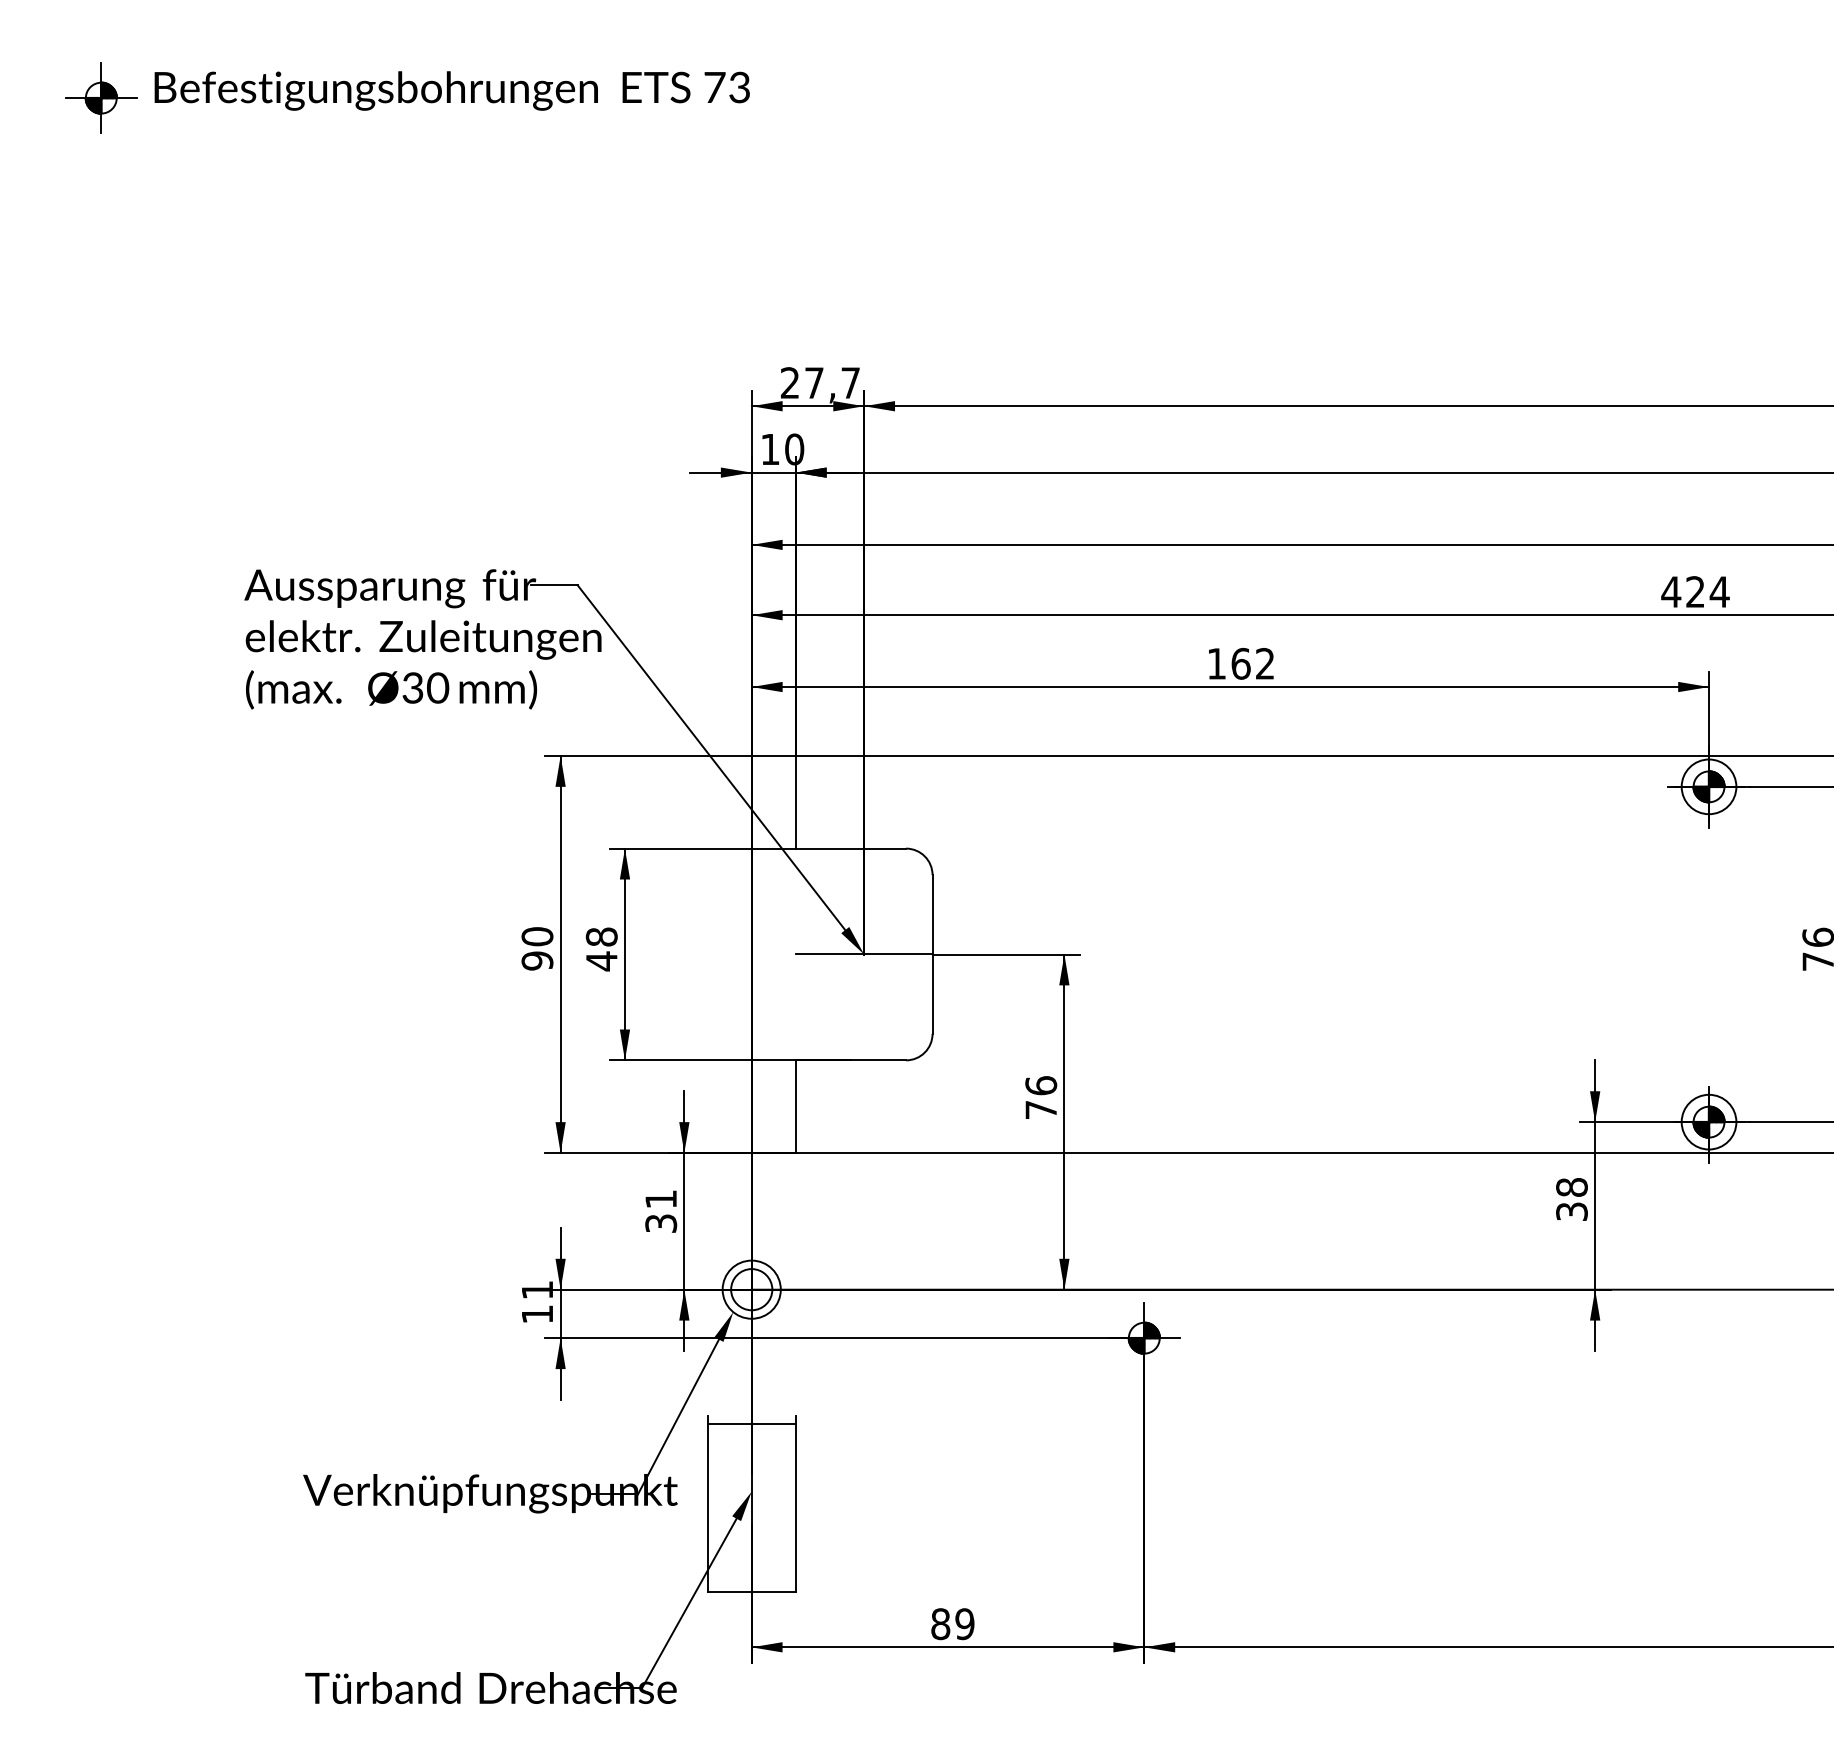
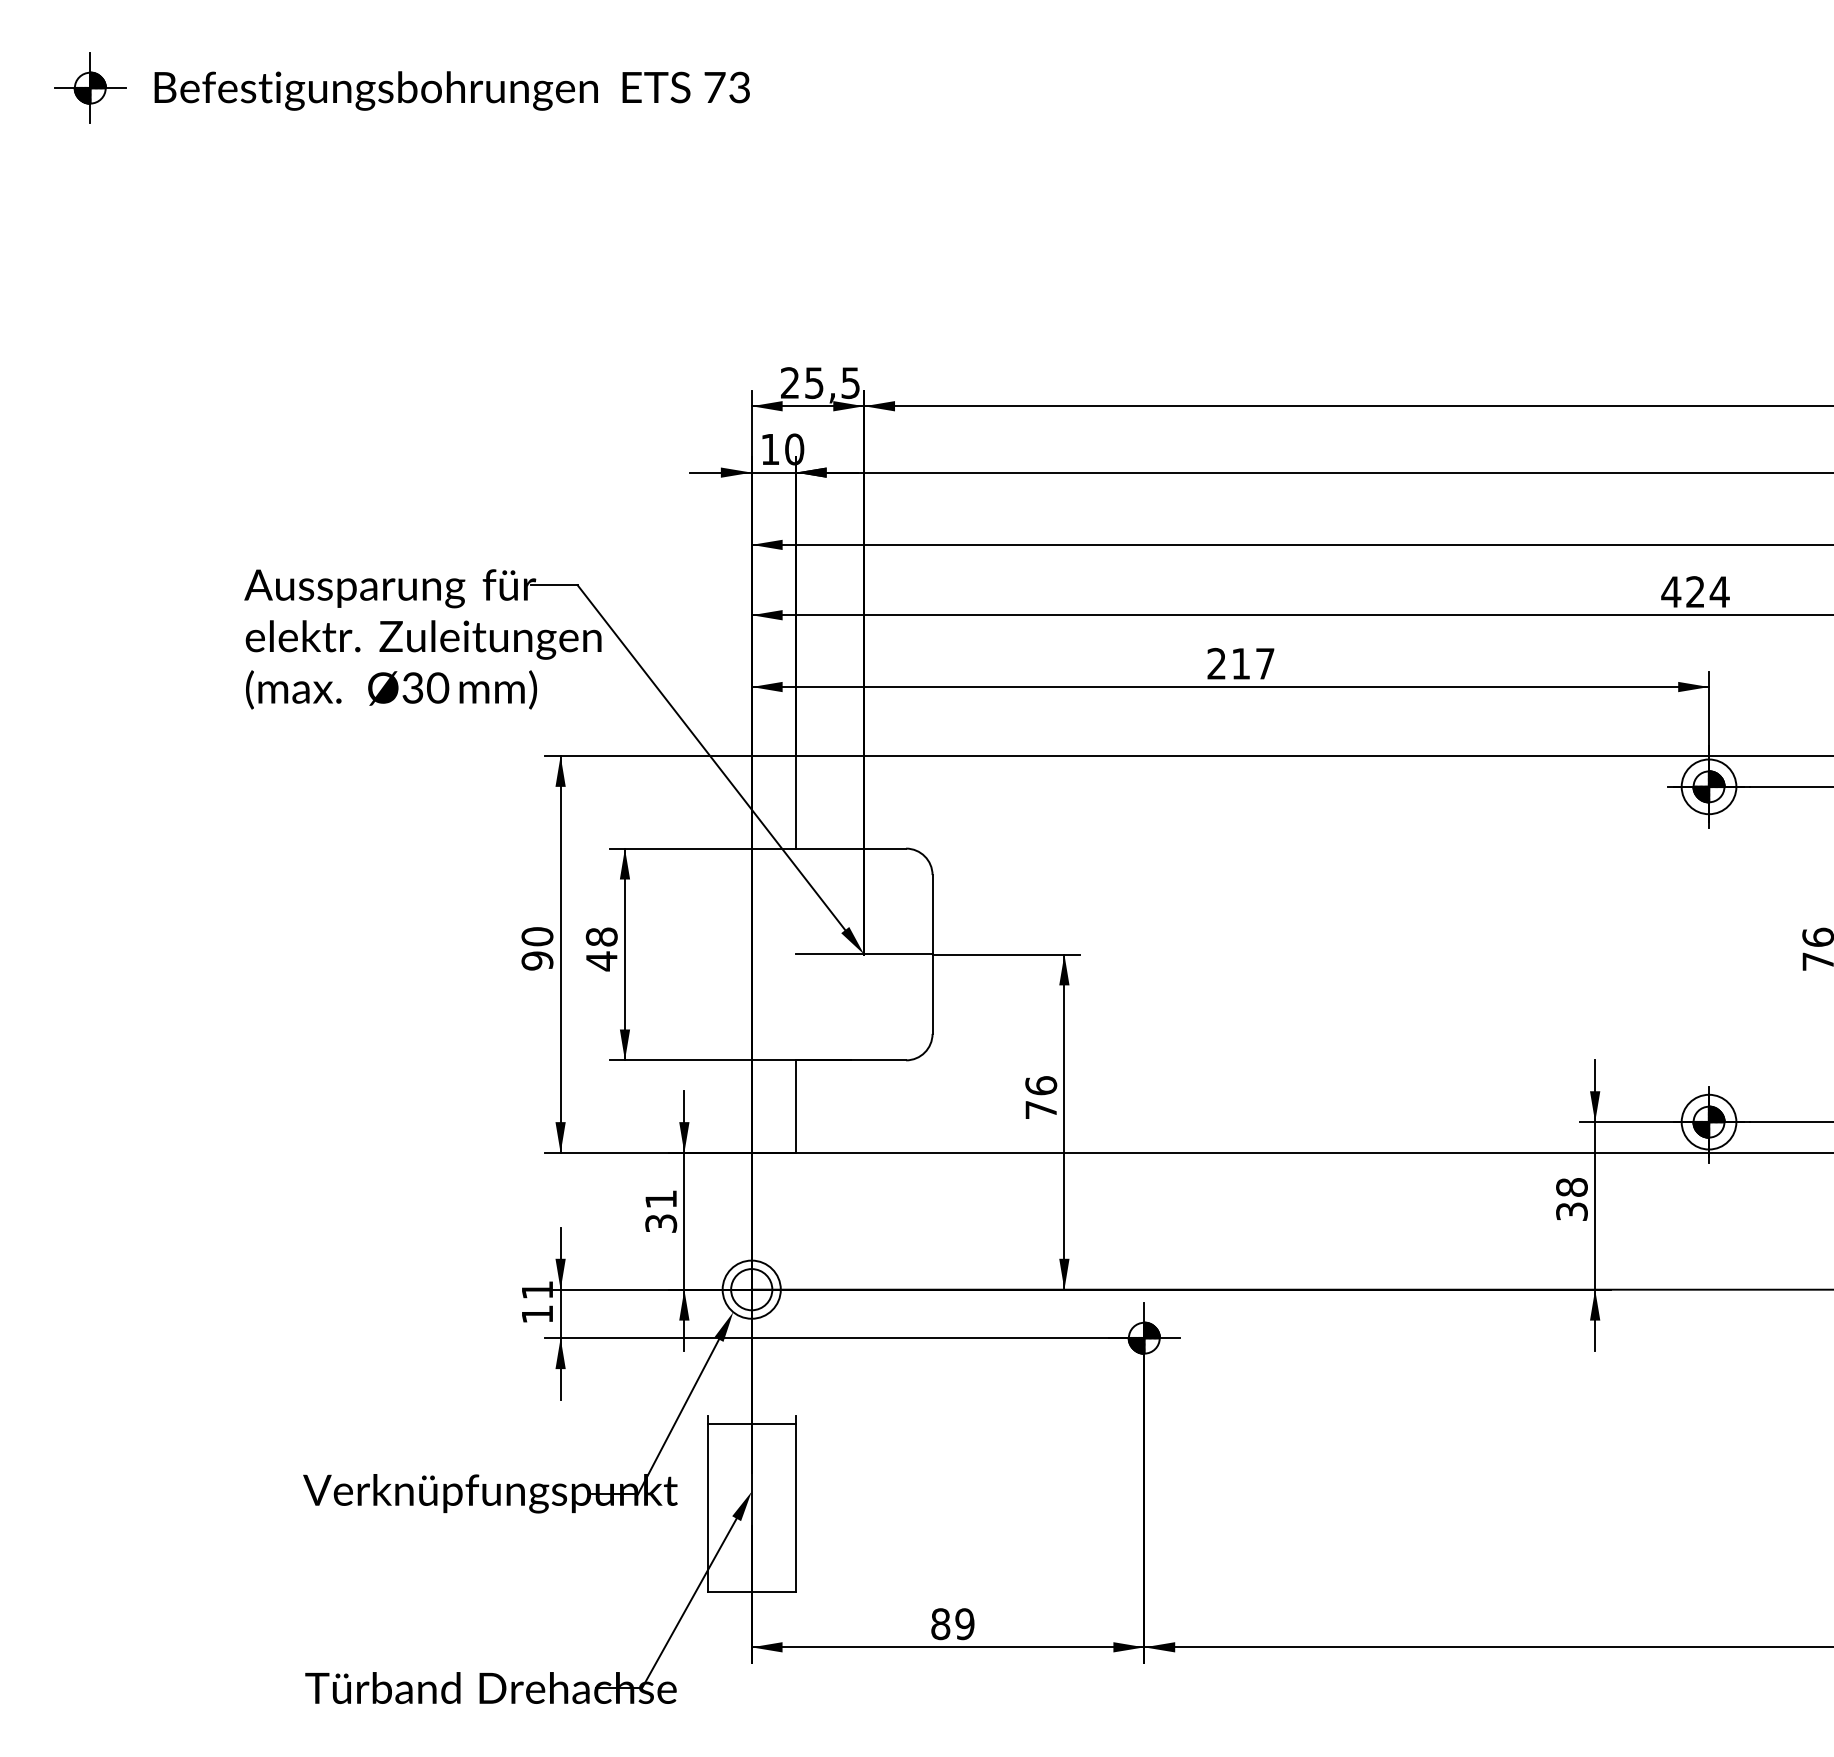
part at (101, 97) position: (101, 97) -> (90, 87)
text at (832, 383): 27,7 -> 25,5
text at (1240, 663): 162 -> 217
